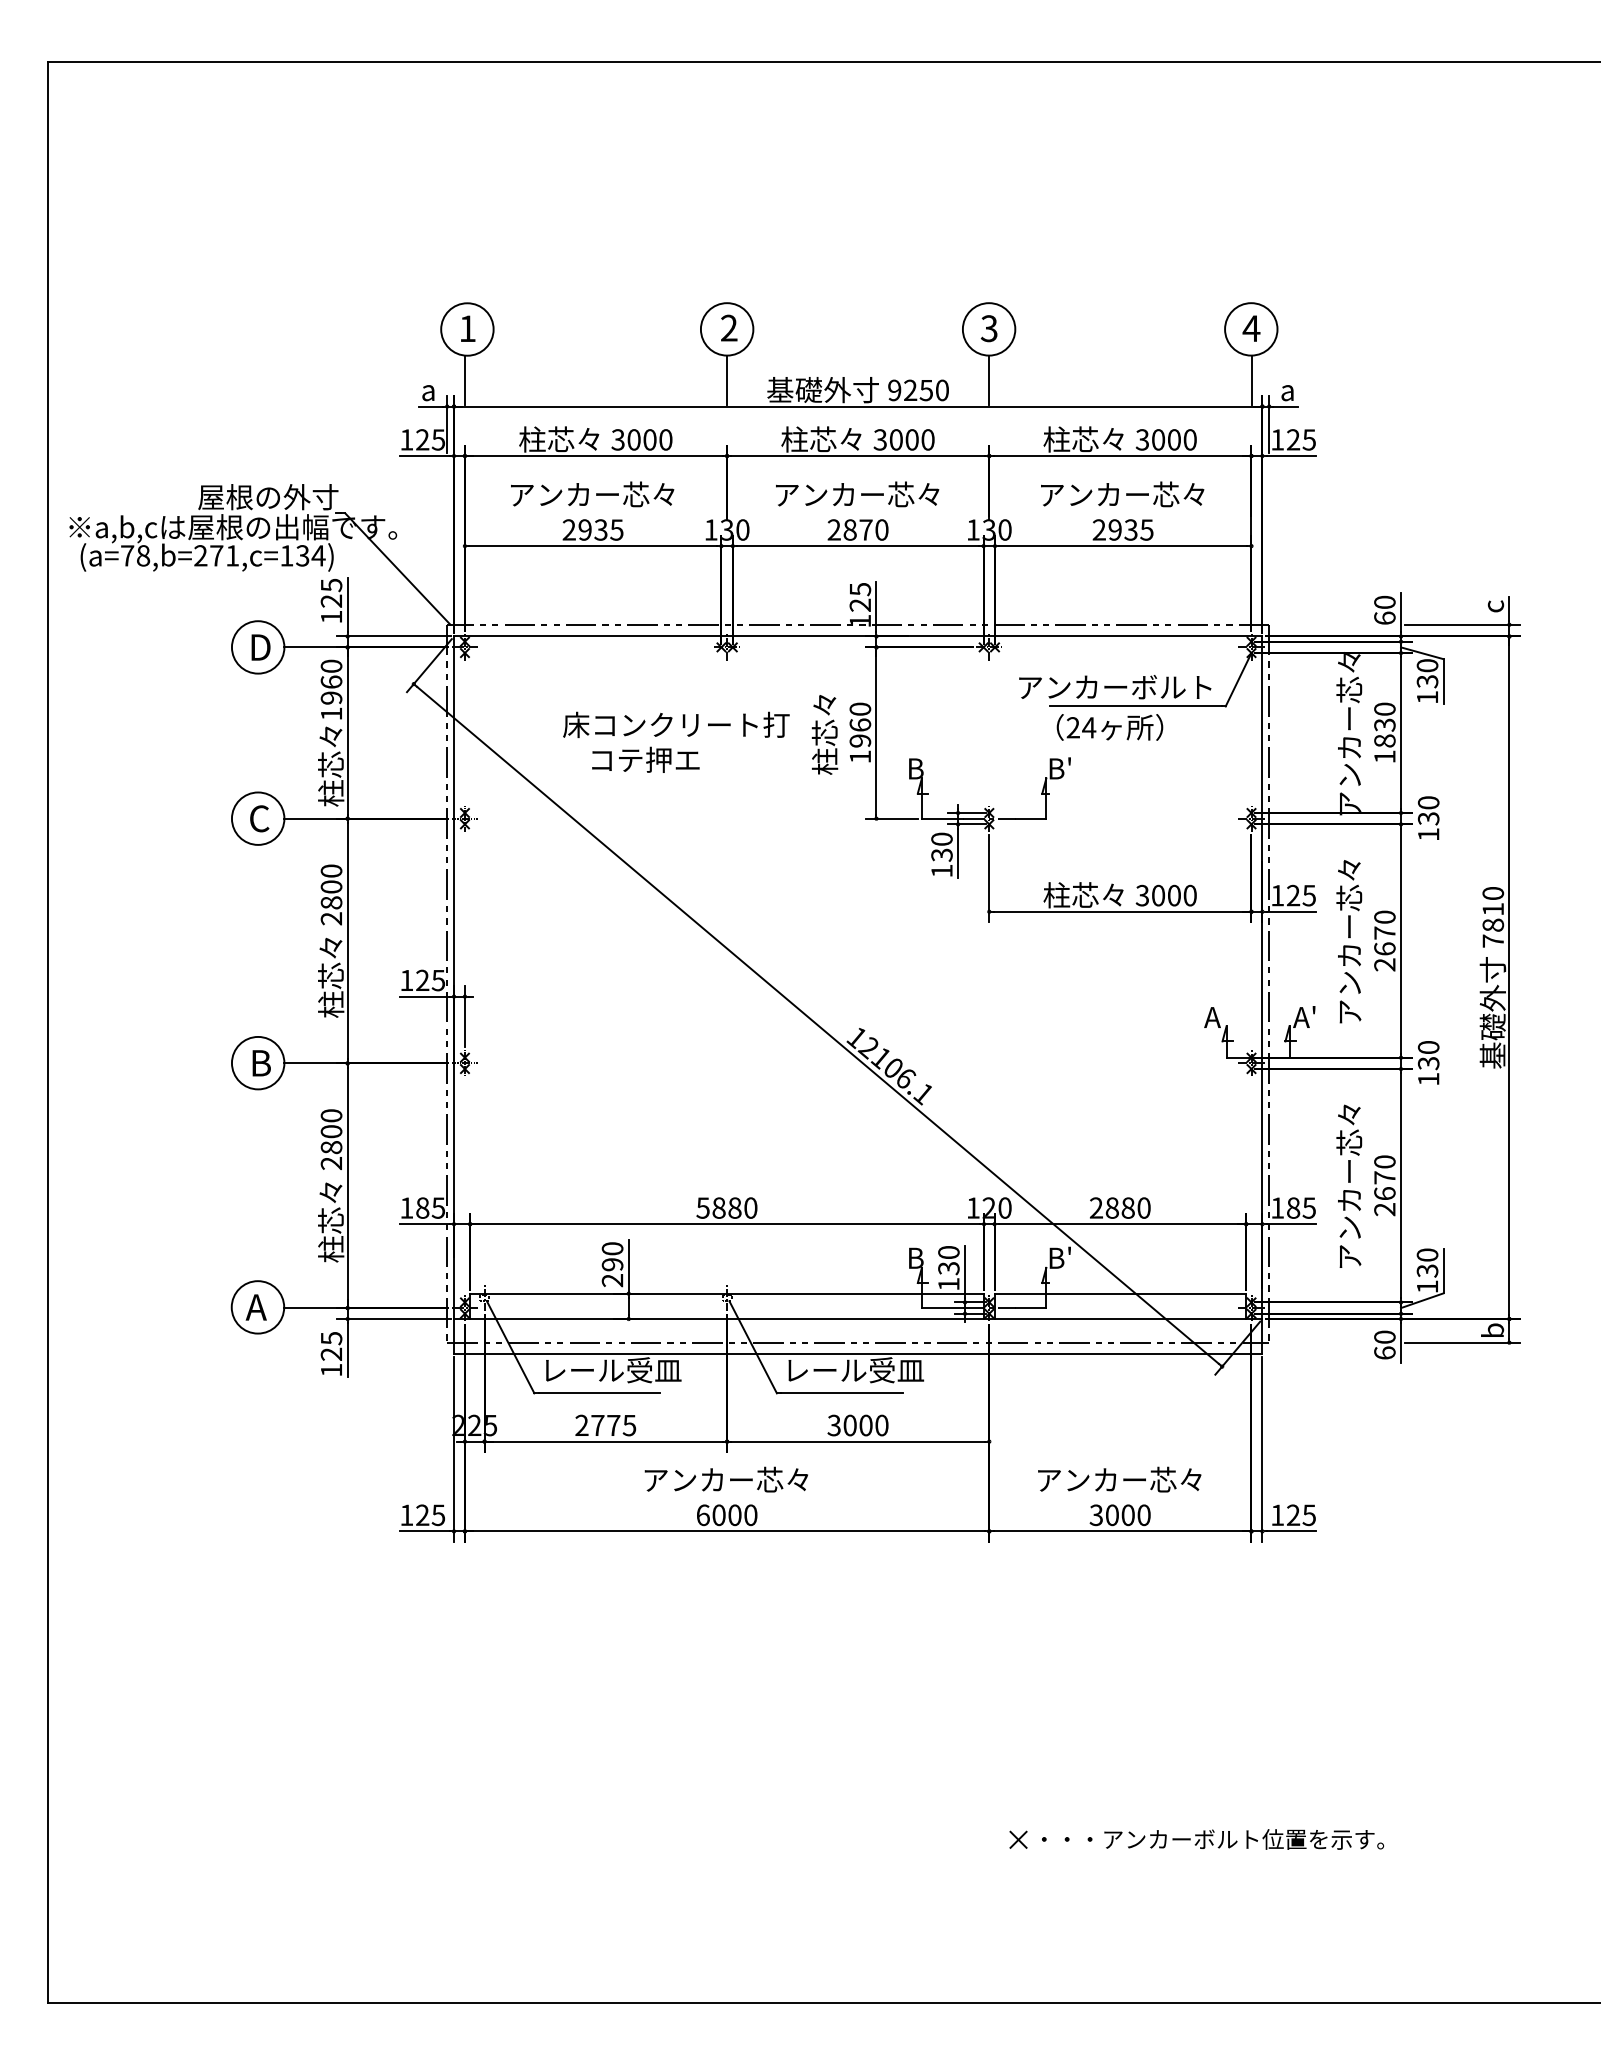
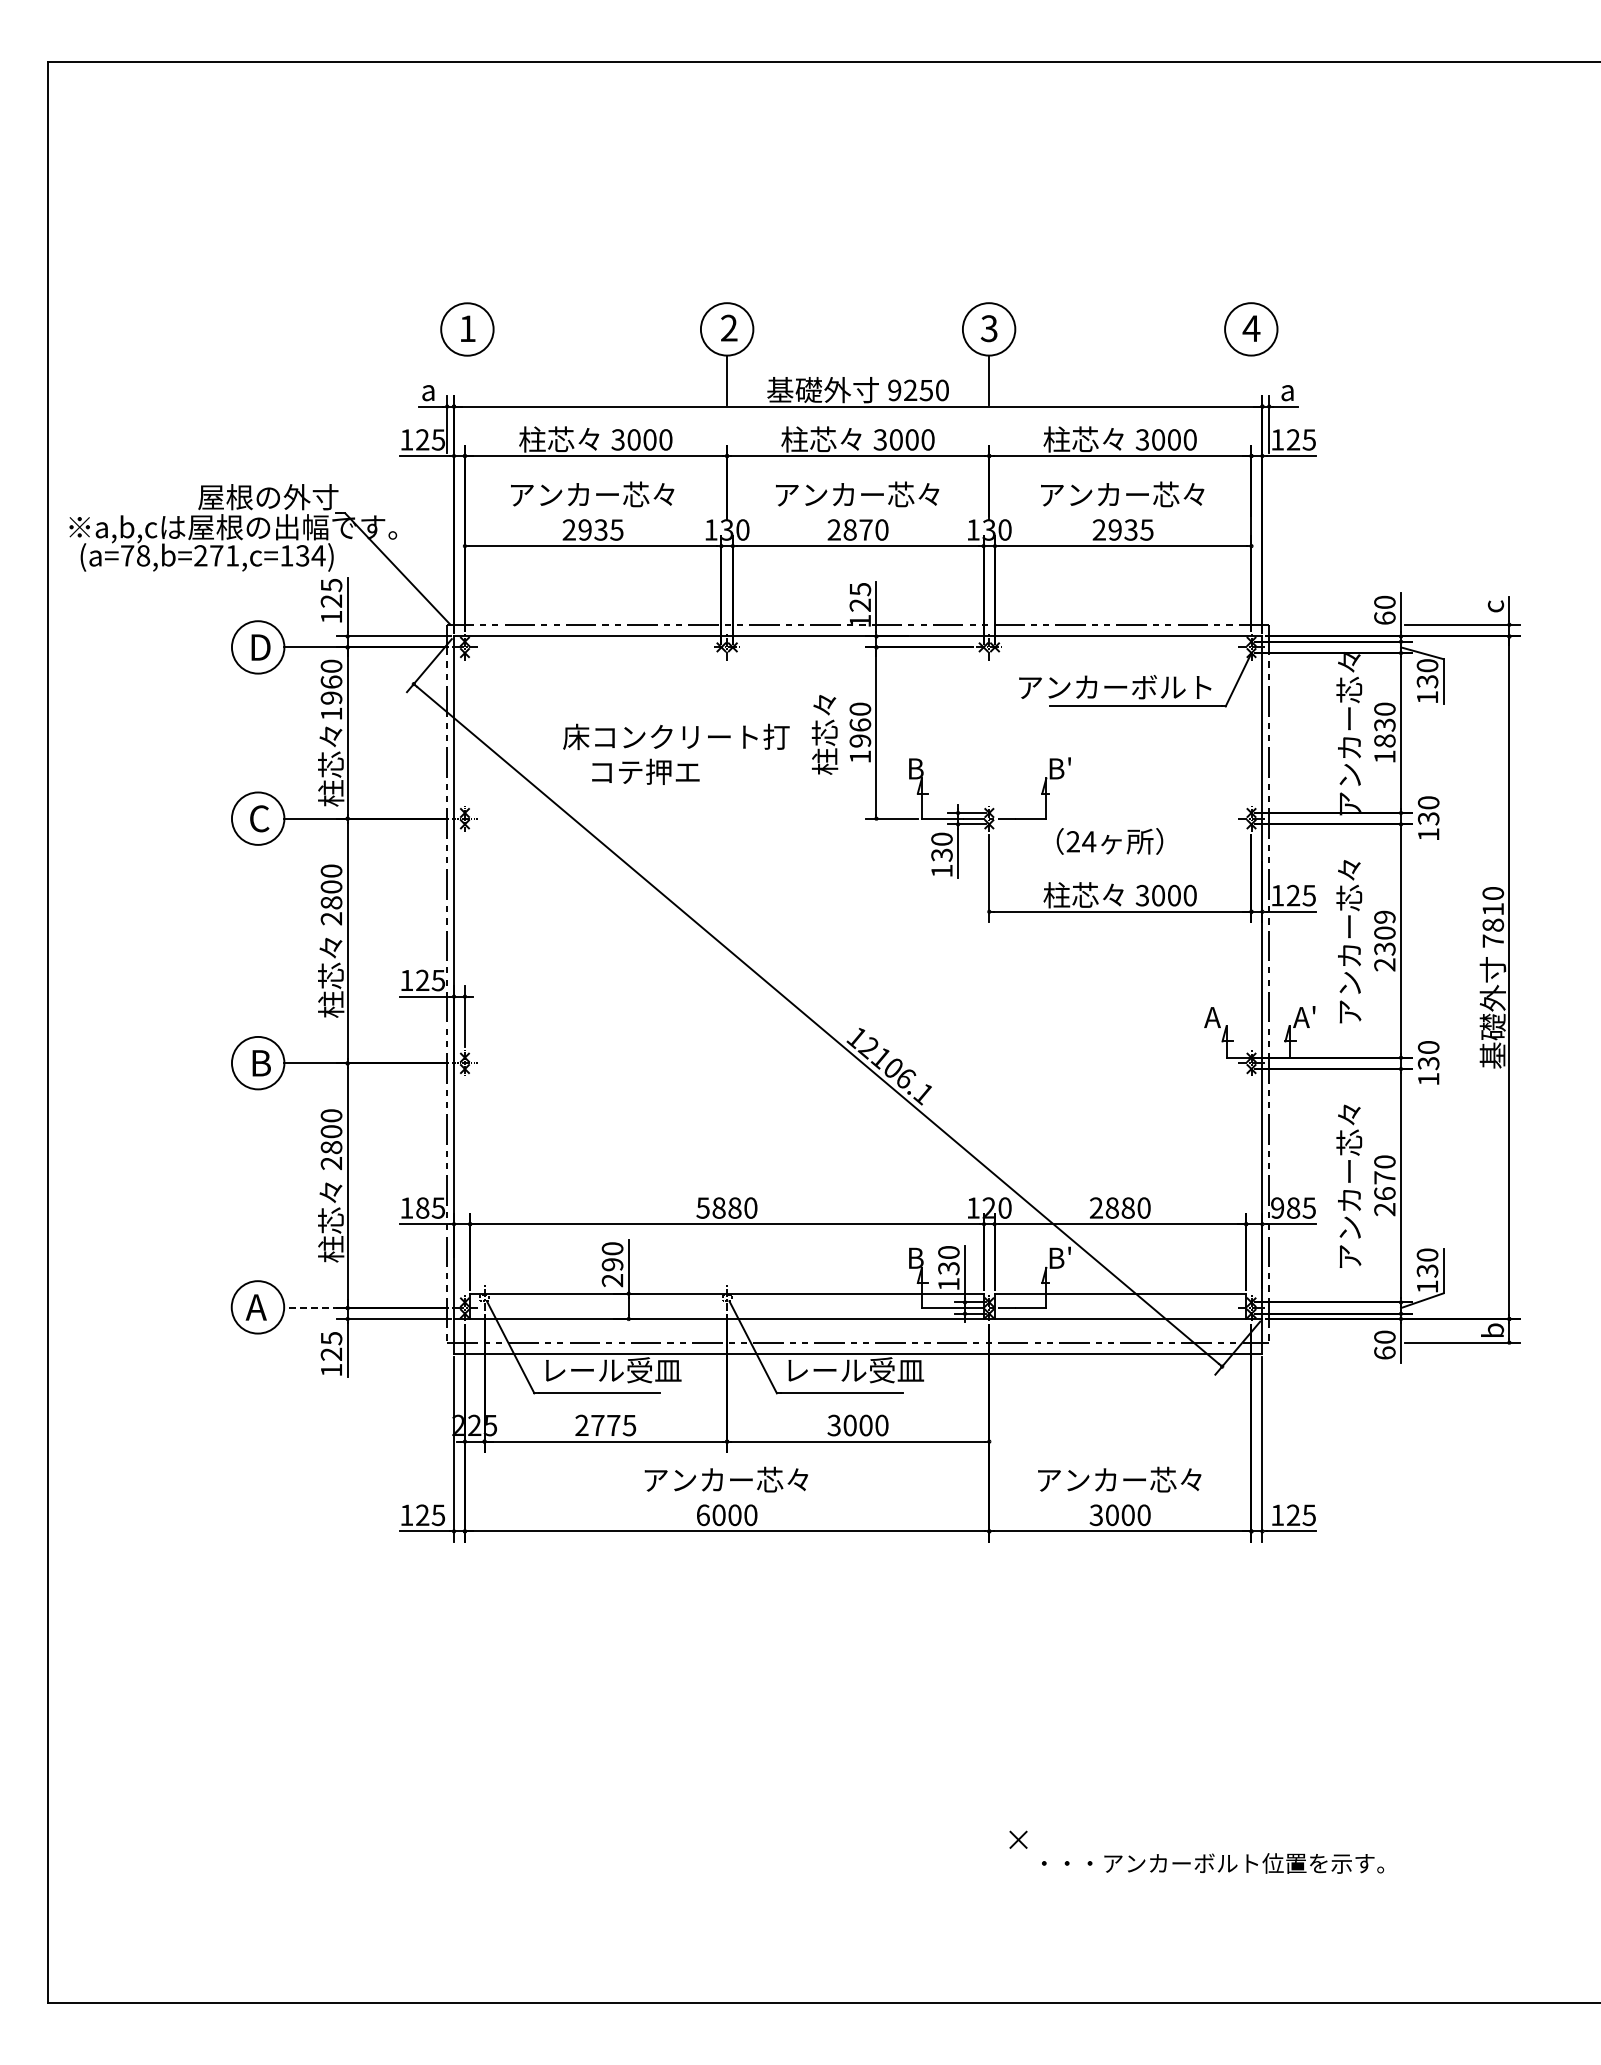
line at (464, 380): present -> none
line at (1251, 380): present -> none
text at (1109, 727) position: (1109, 727) -> (1109, 841)
text at (676, 741) position: (676, 741) -> (676, 753)
text at (1384, 932): 2670 -> 2309
text at (1277, 1207): 185 -> 985
line at (311, 1308): solid -> dashed
text at (1212, 1839) position: (1212, 1839) -> (1212, 1863)
